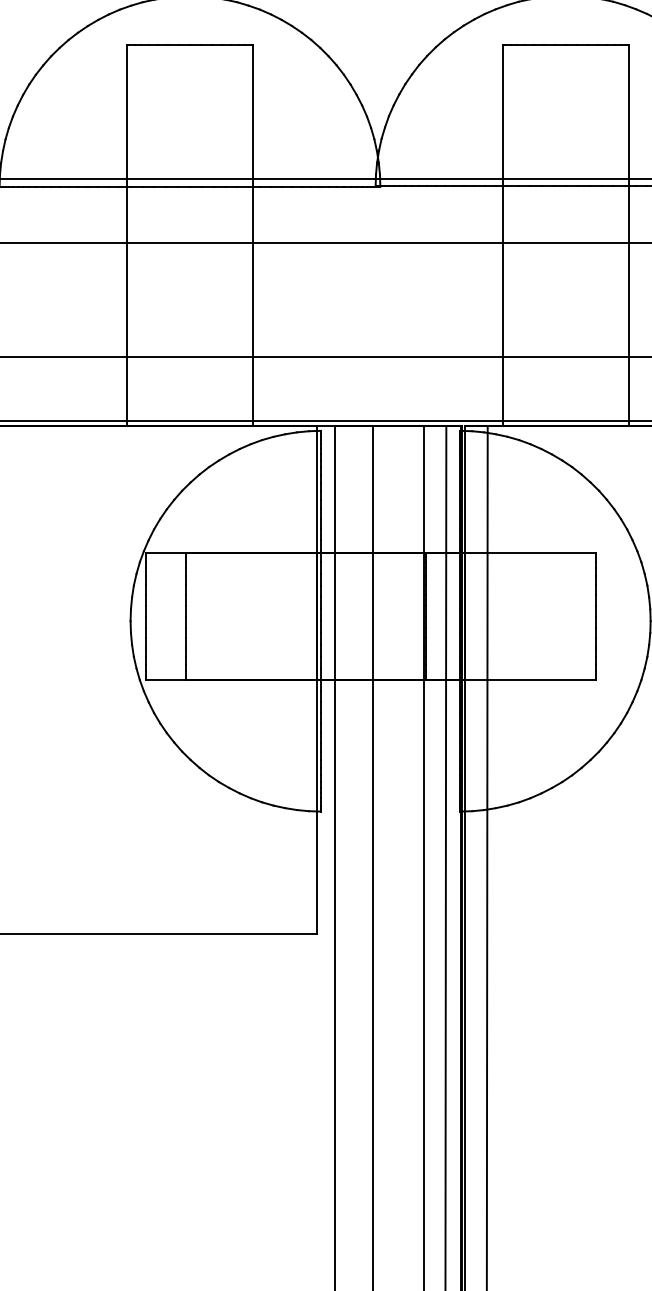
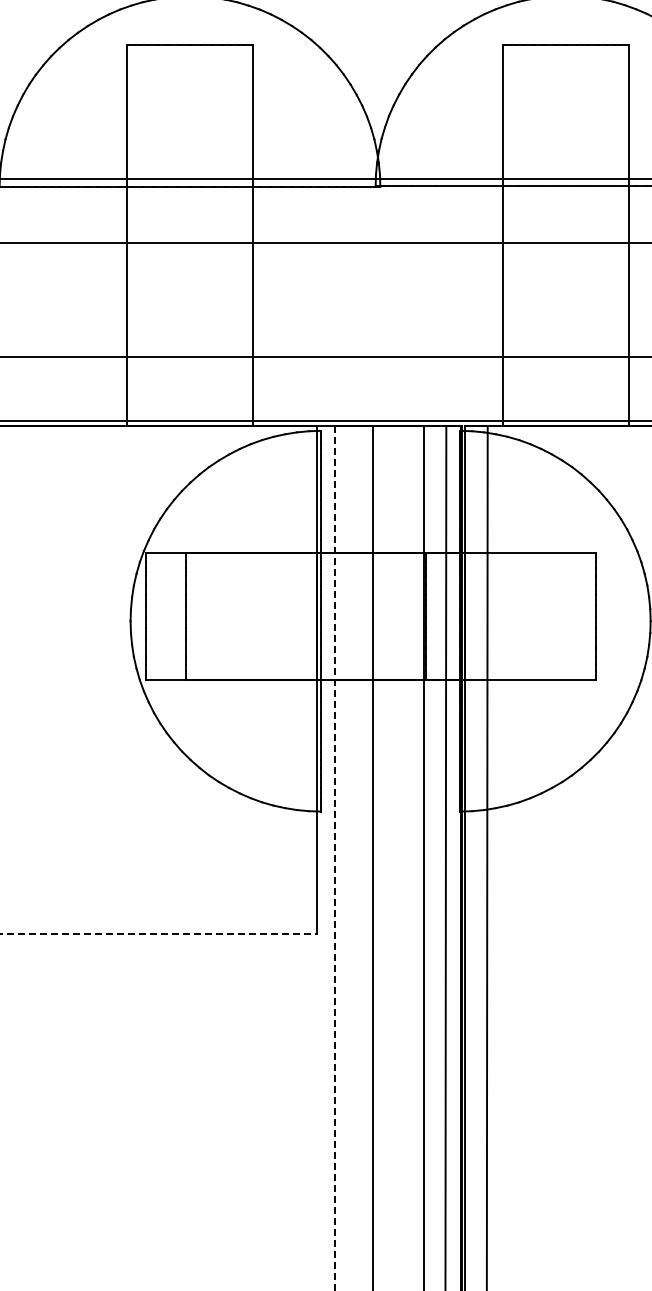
line at (335, 859): solid -> dashed
line at (158, 933): solid -> dashed
